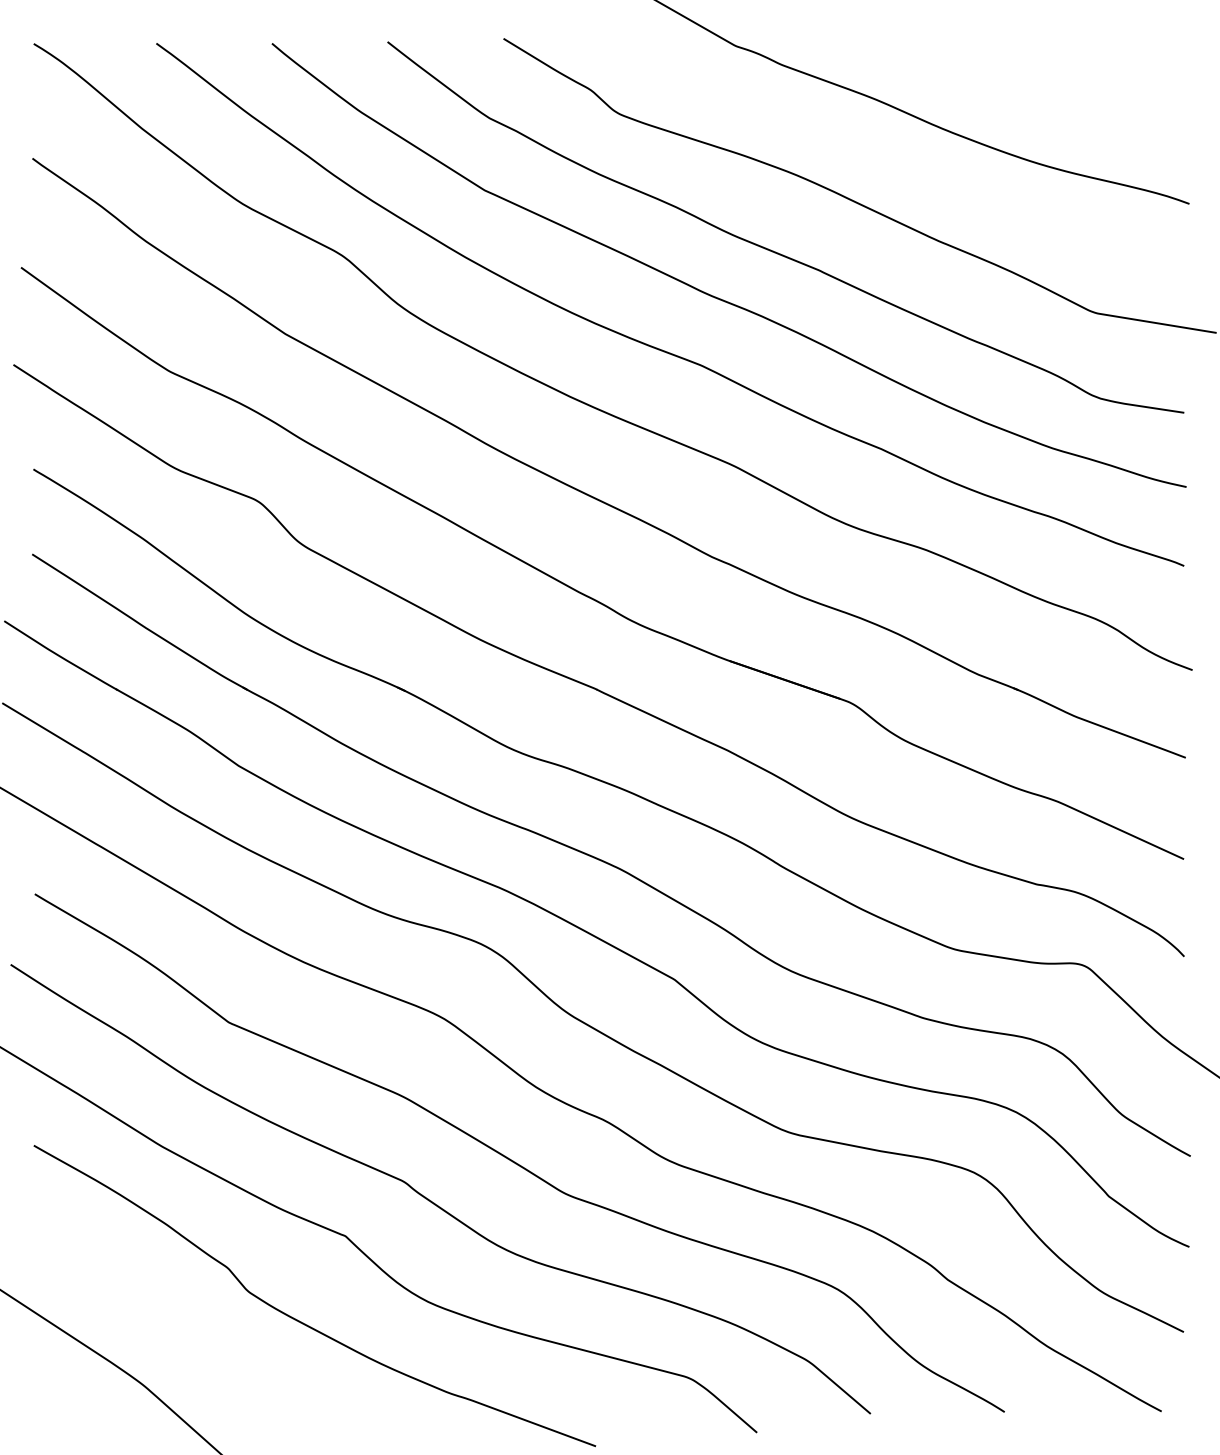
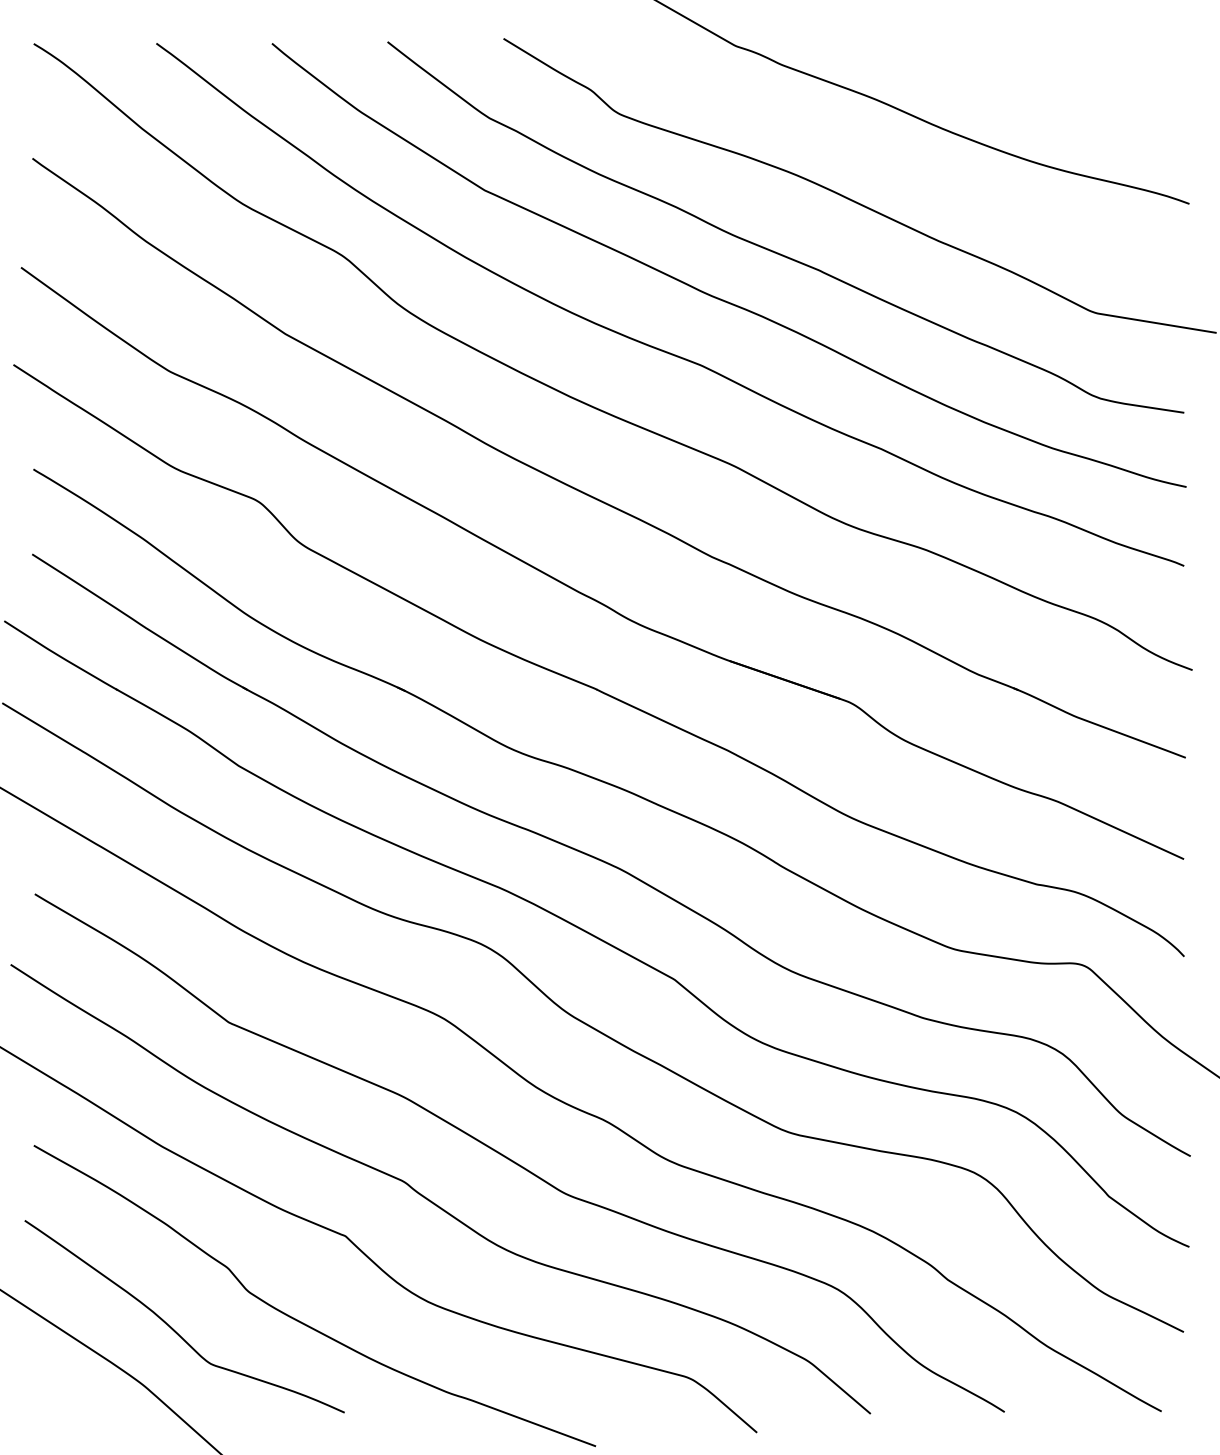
curve at (172, 1327): none -> present
